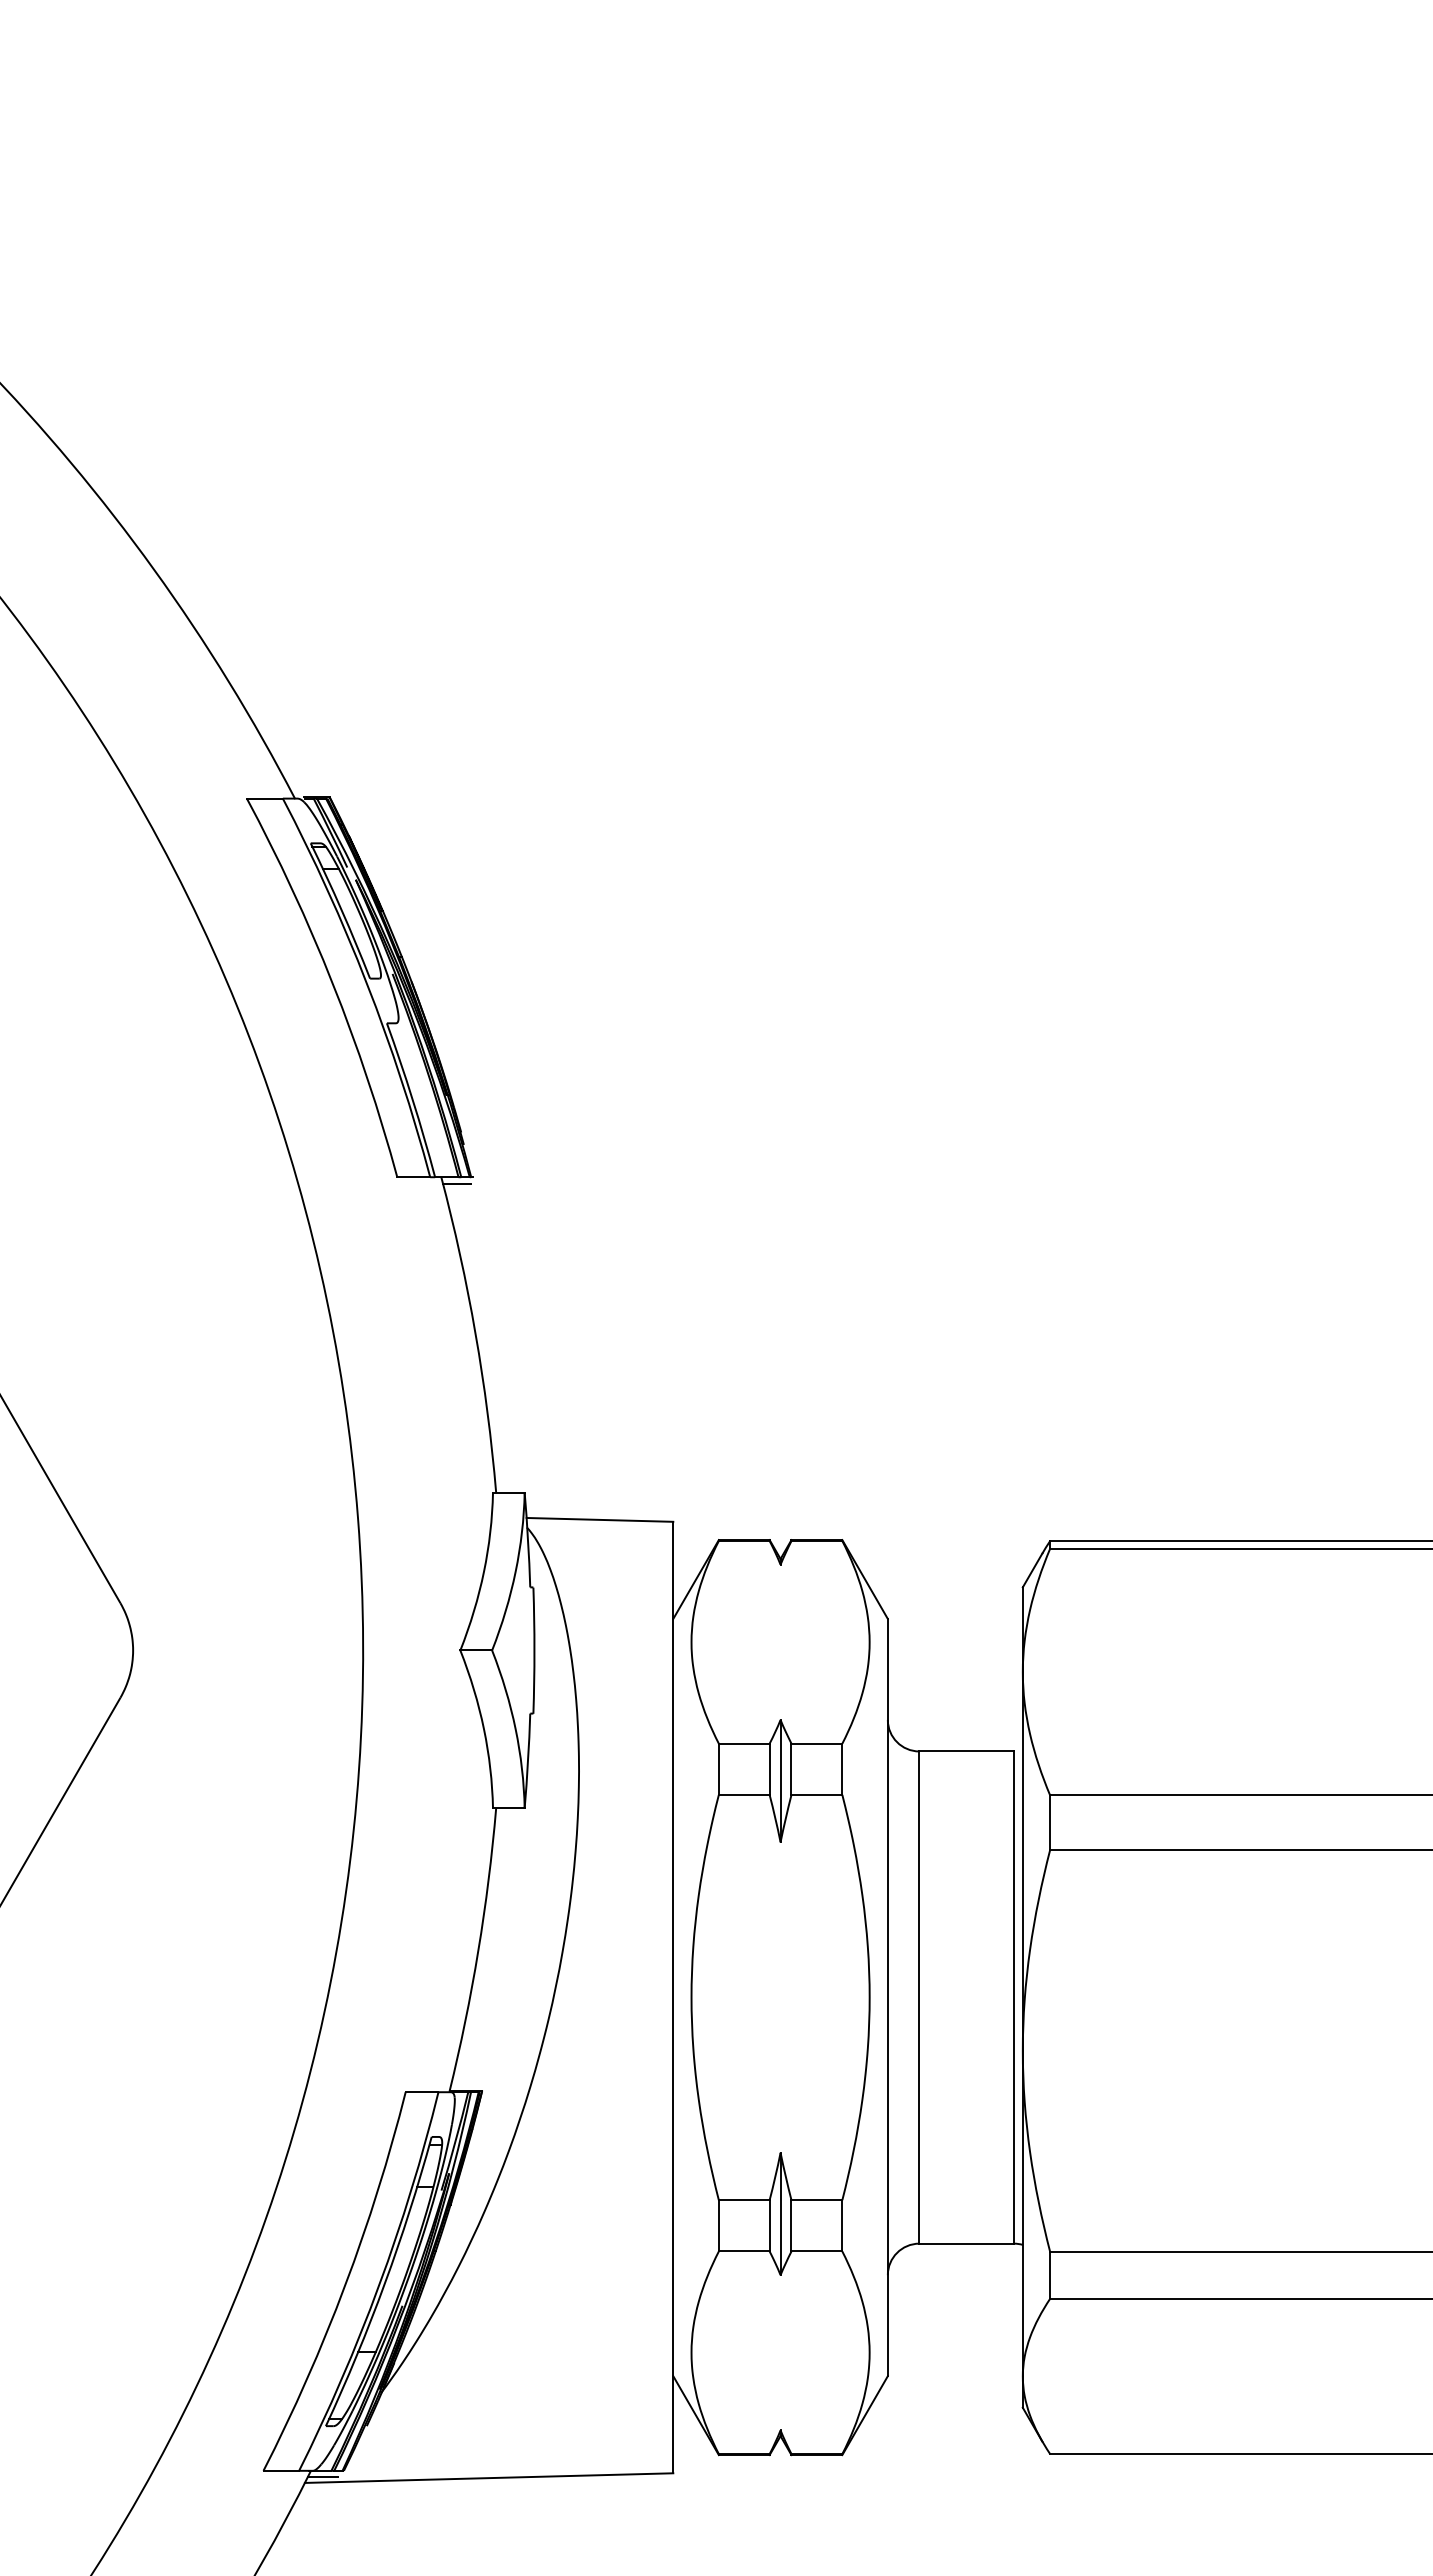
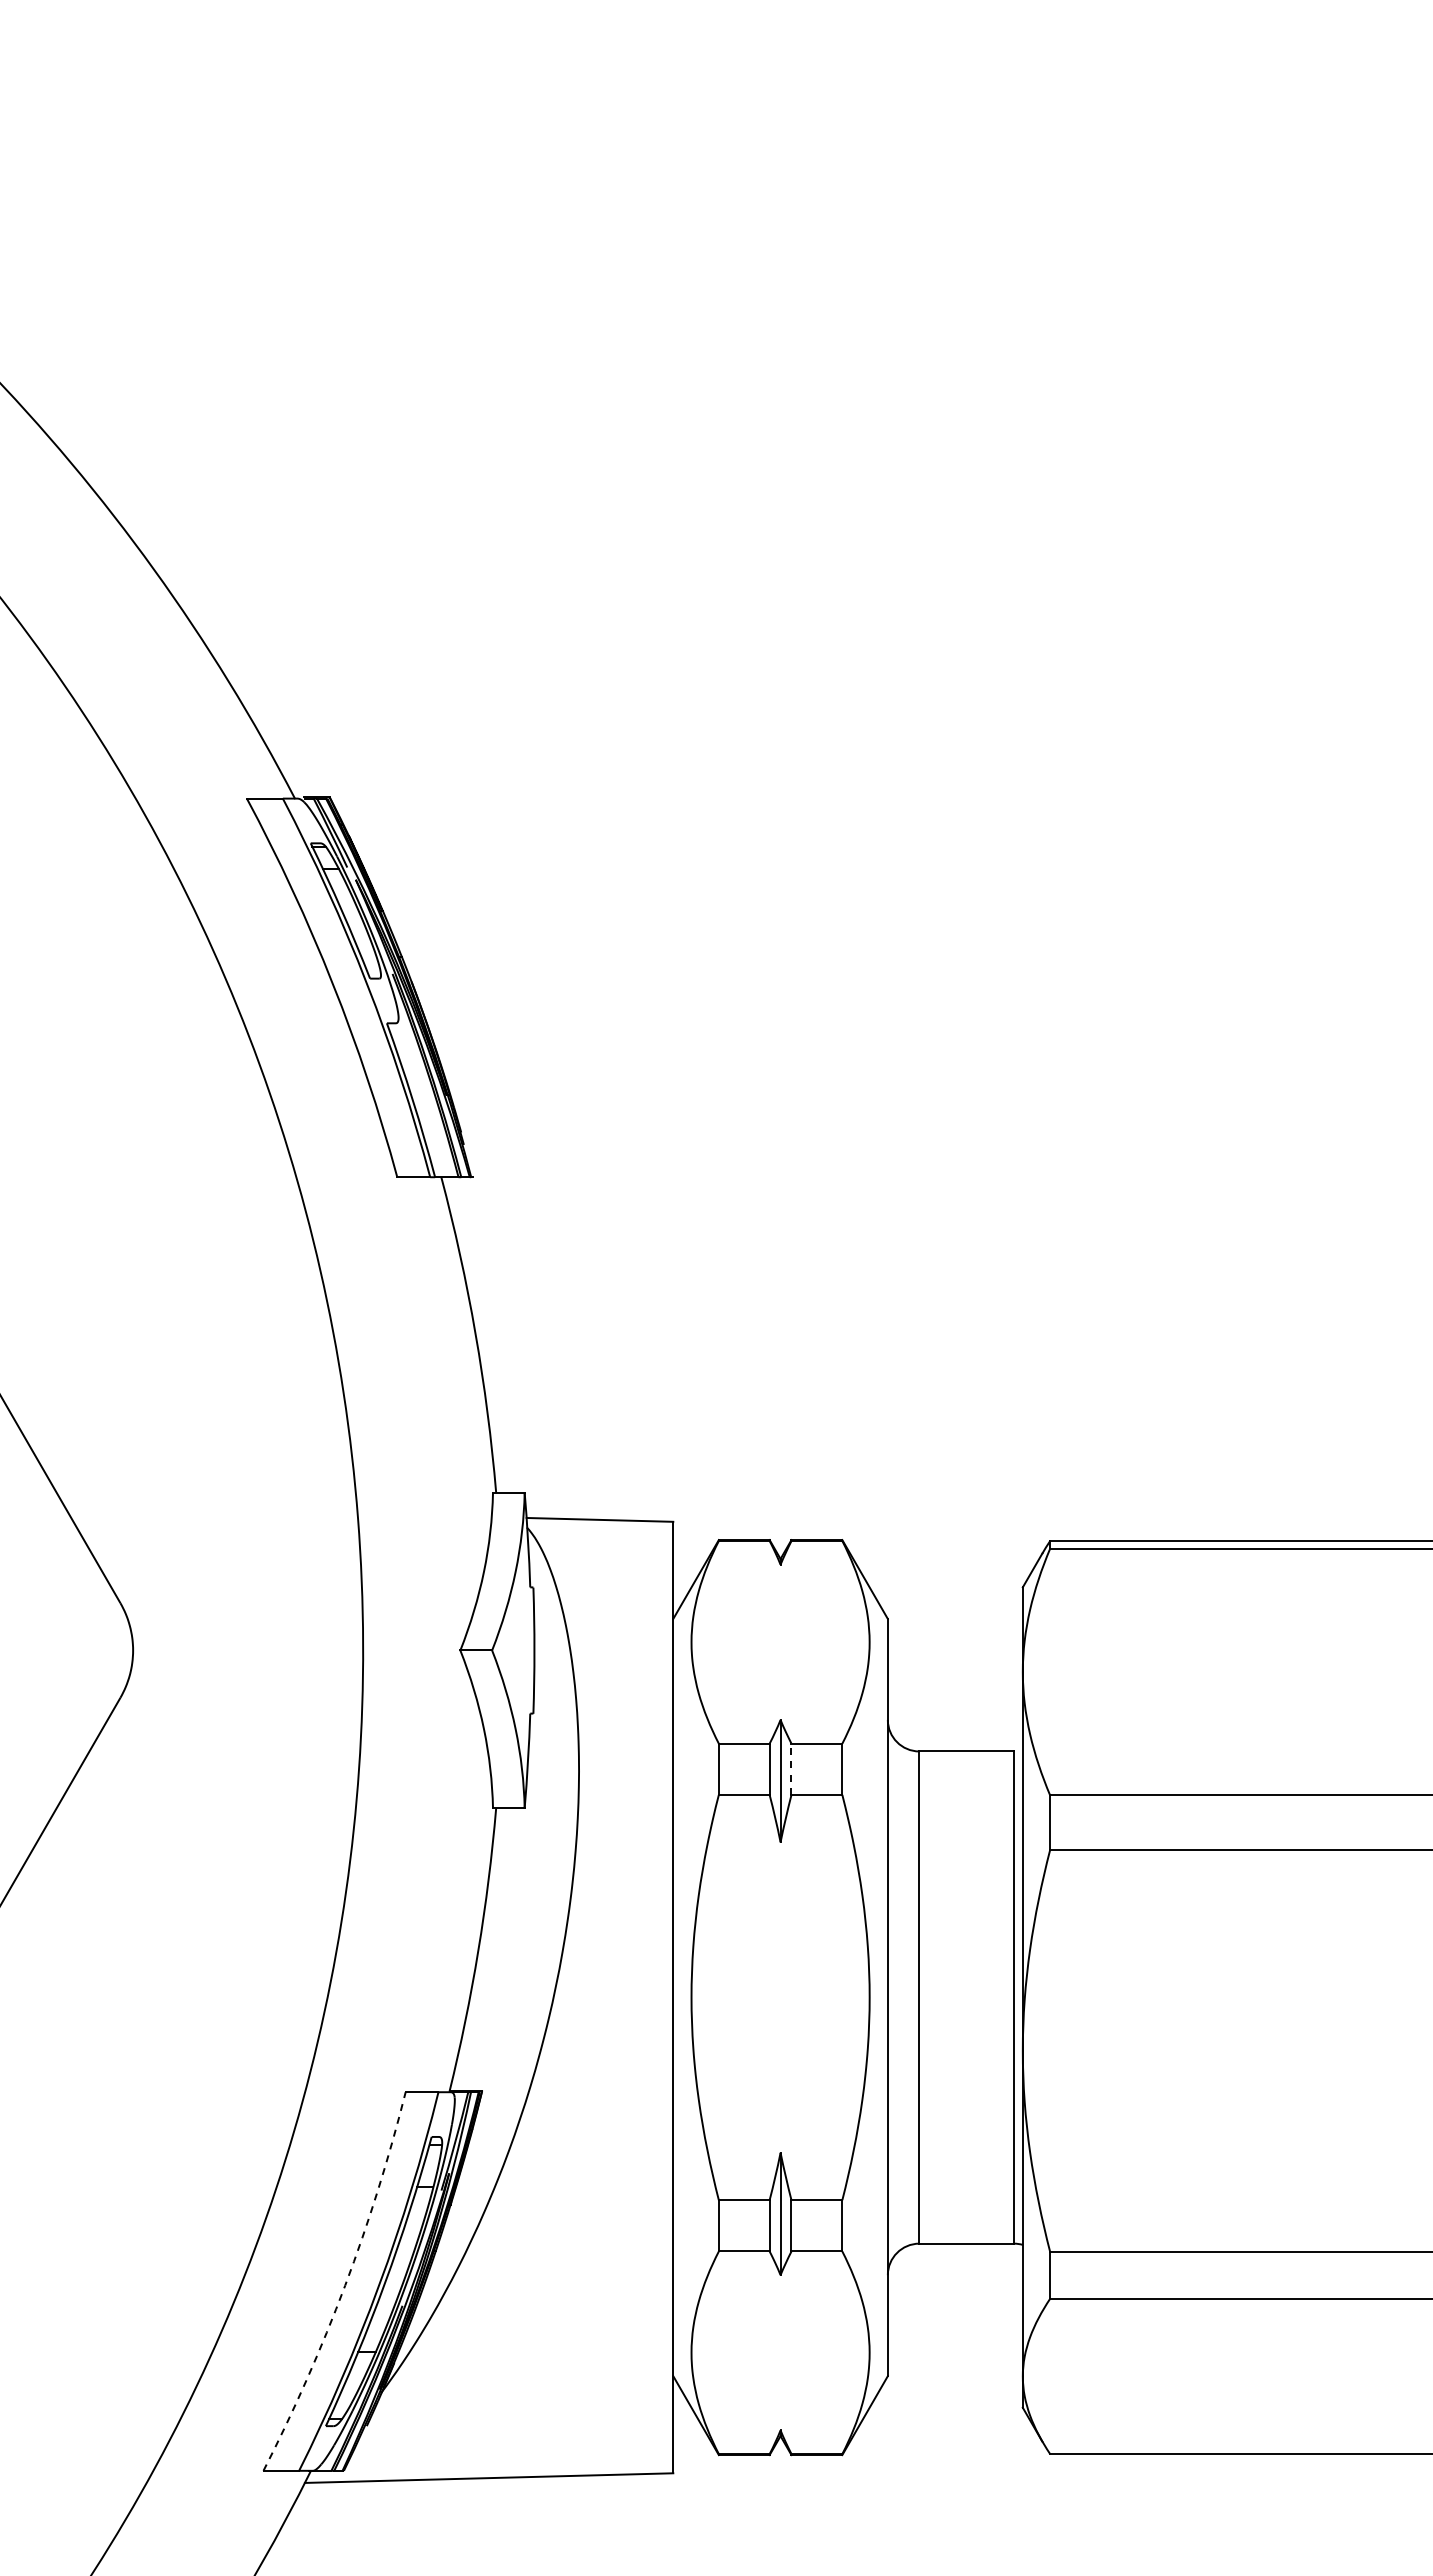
line at (457, 1183): present -> none
line at (791, 1769): solid -> dashed
arc at (345, 2285): solid -> dashed
line at (322, 2477): present -> none
